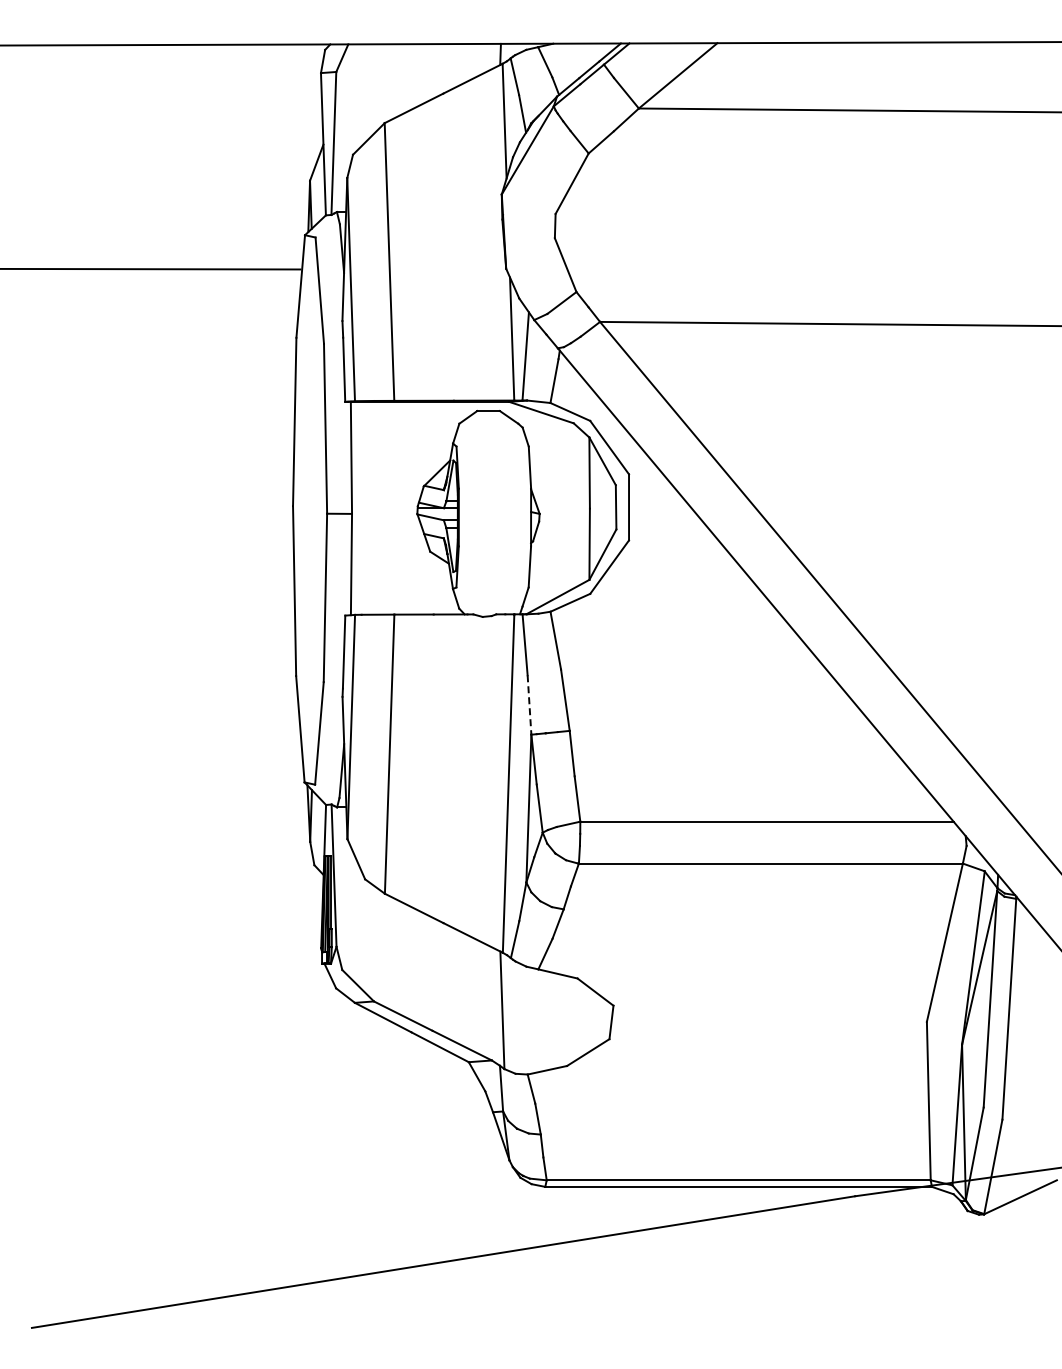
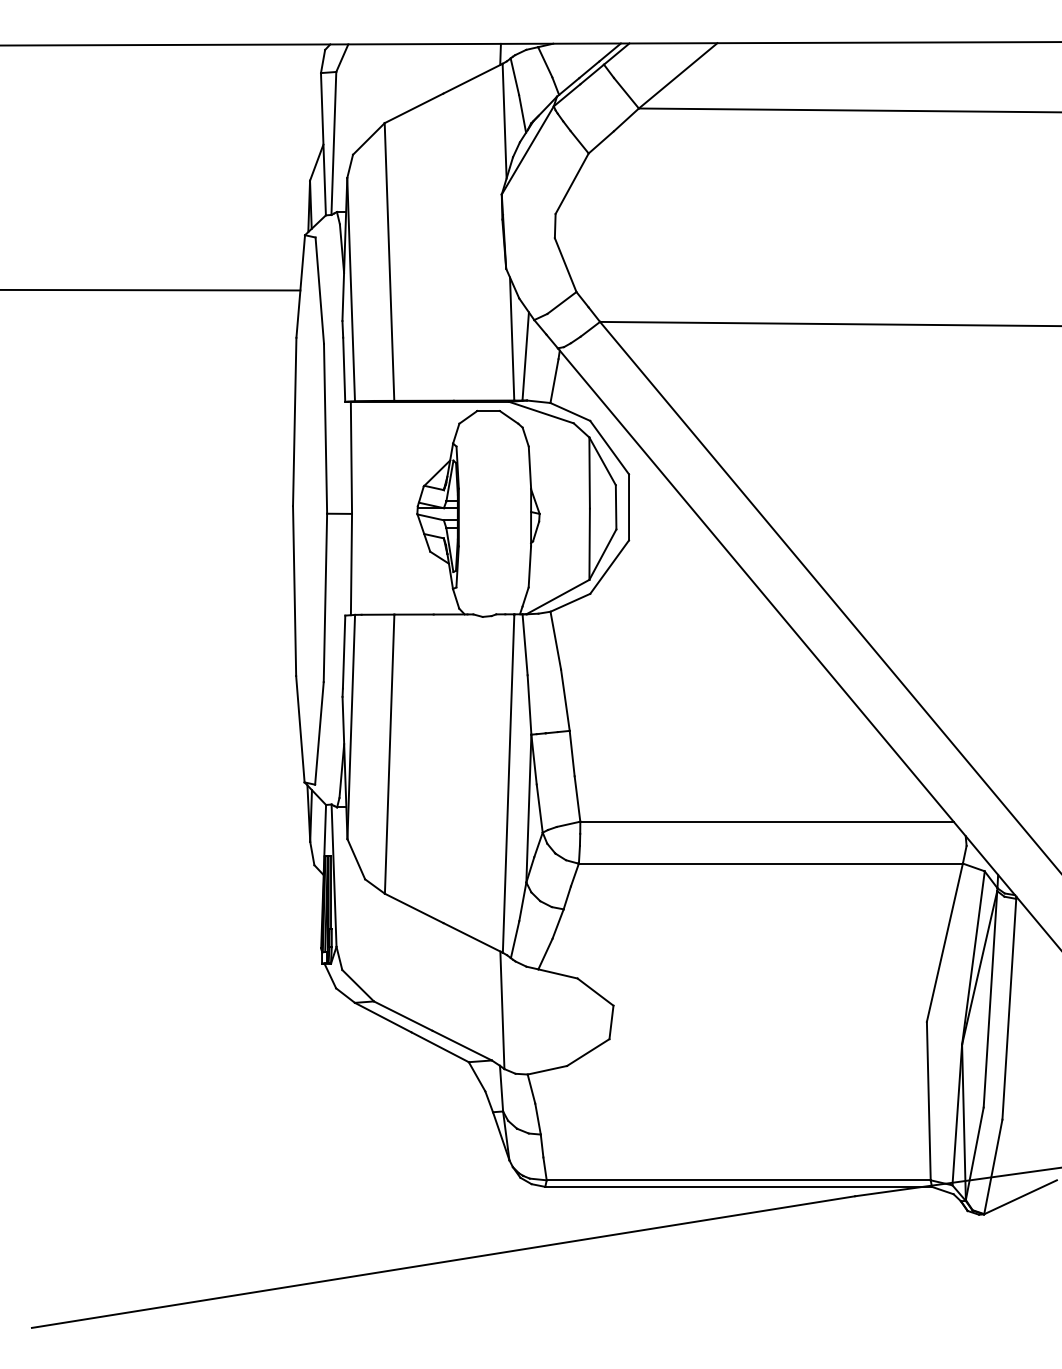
line at (151, 268) position: (151, 268) -> (151, 289)
line at (529, 705): dashed -> solid
